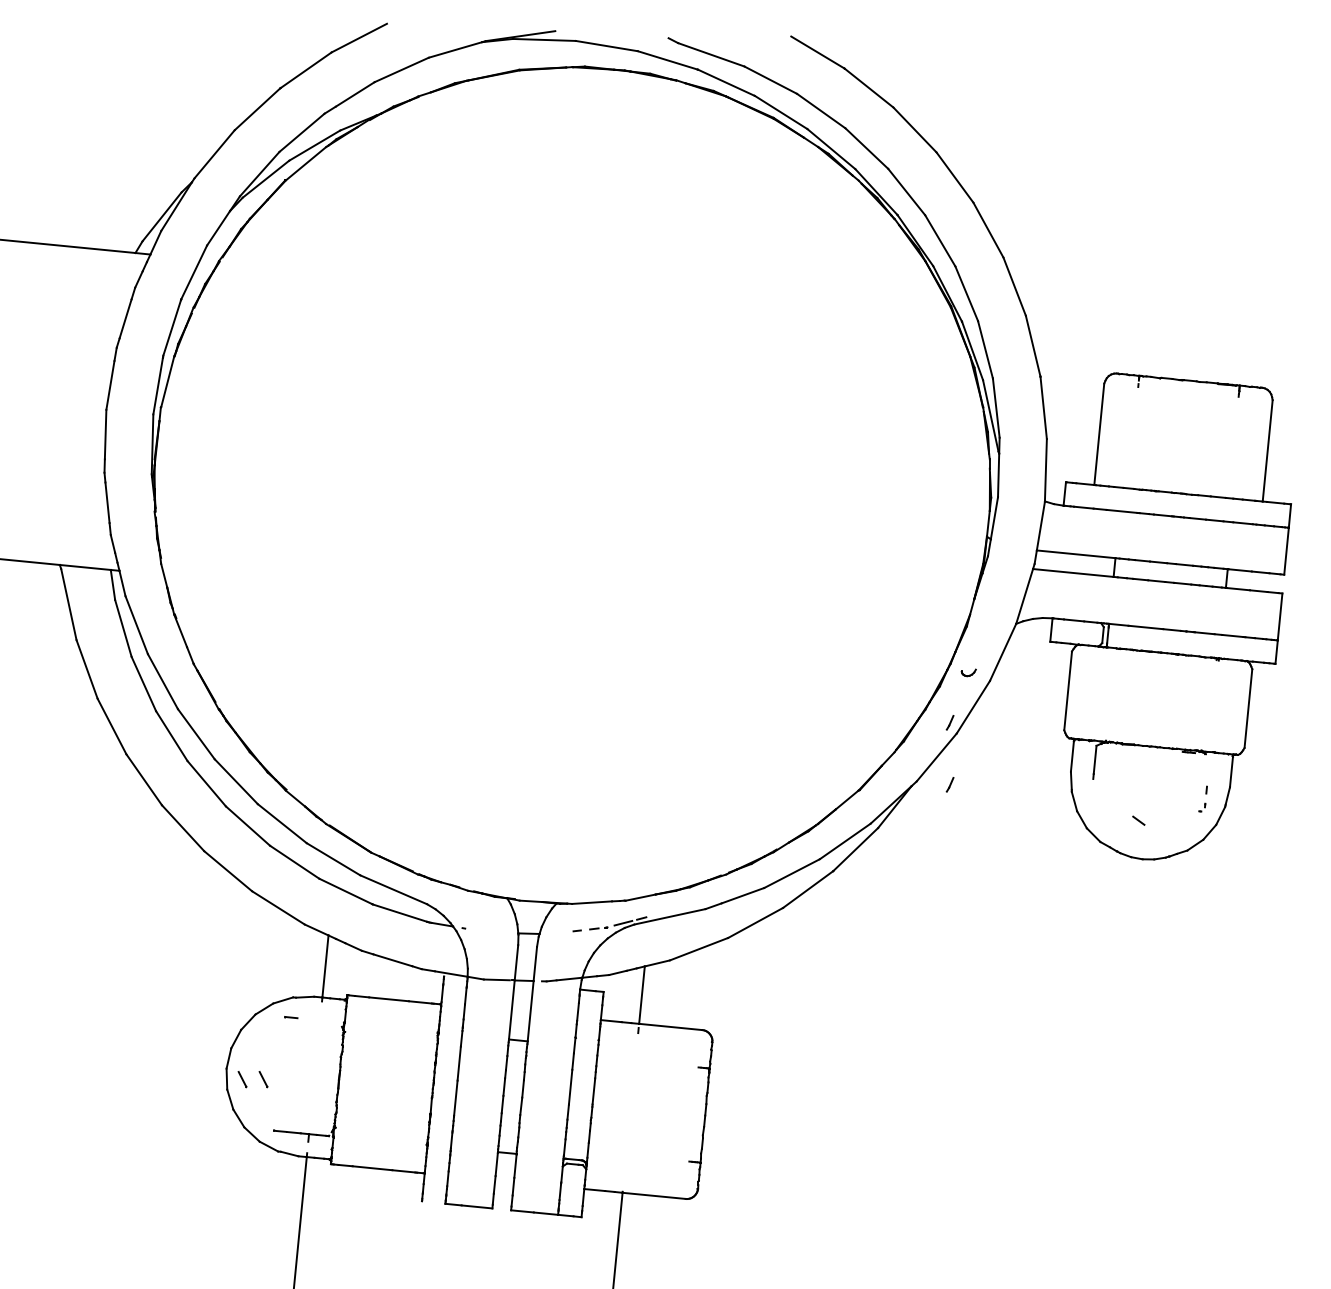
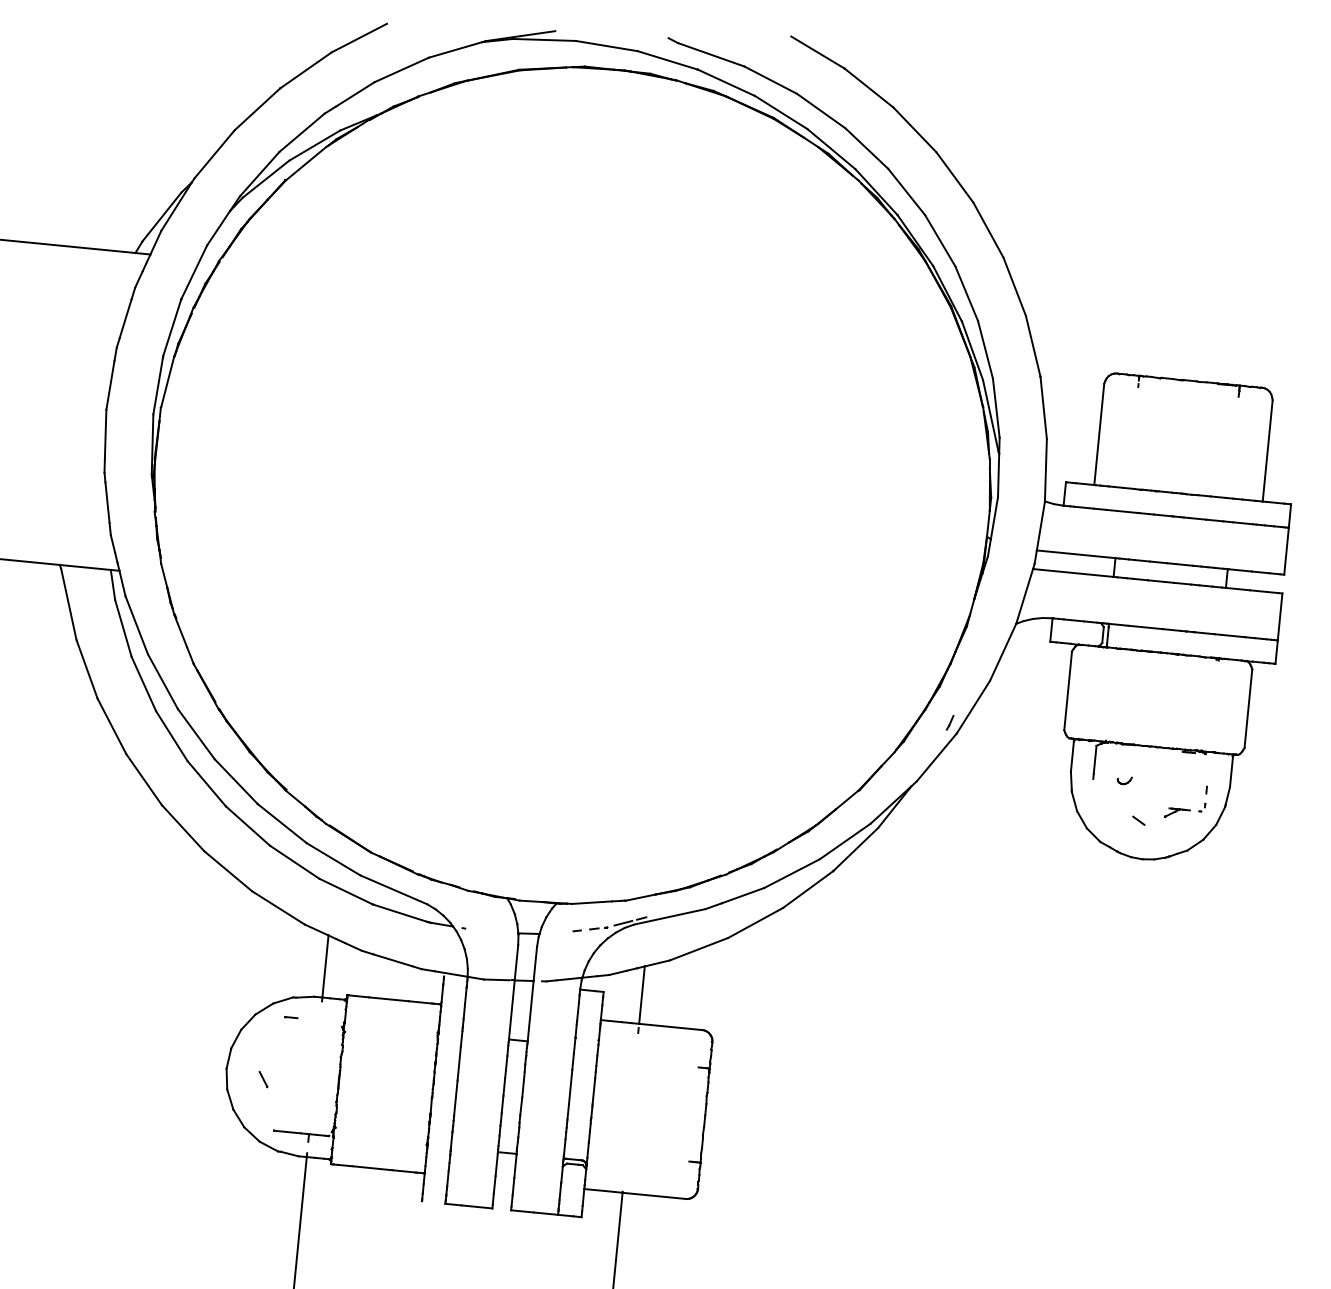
part at (968, 672) position: (968, 672) -> (1124, 780)
line at (949, 784): present -> none
part at (1176, 812): none -> present
line at (242, 1079): present -> none
